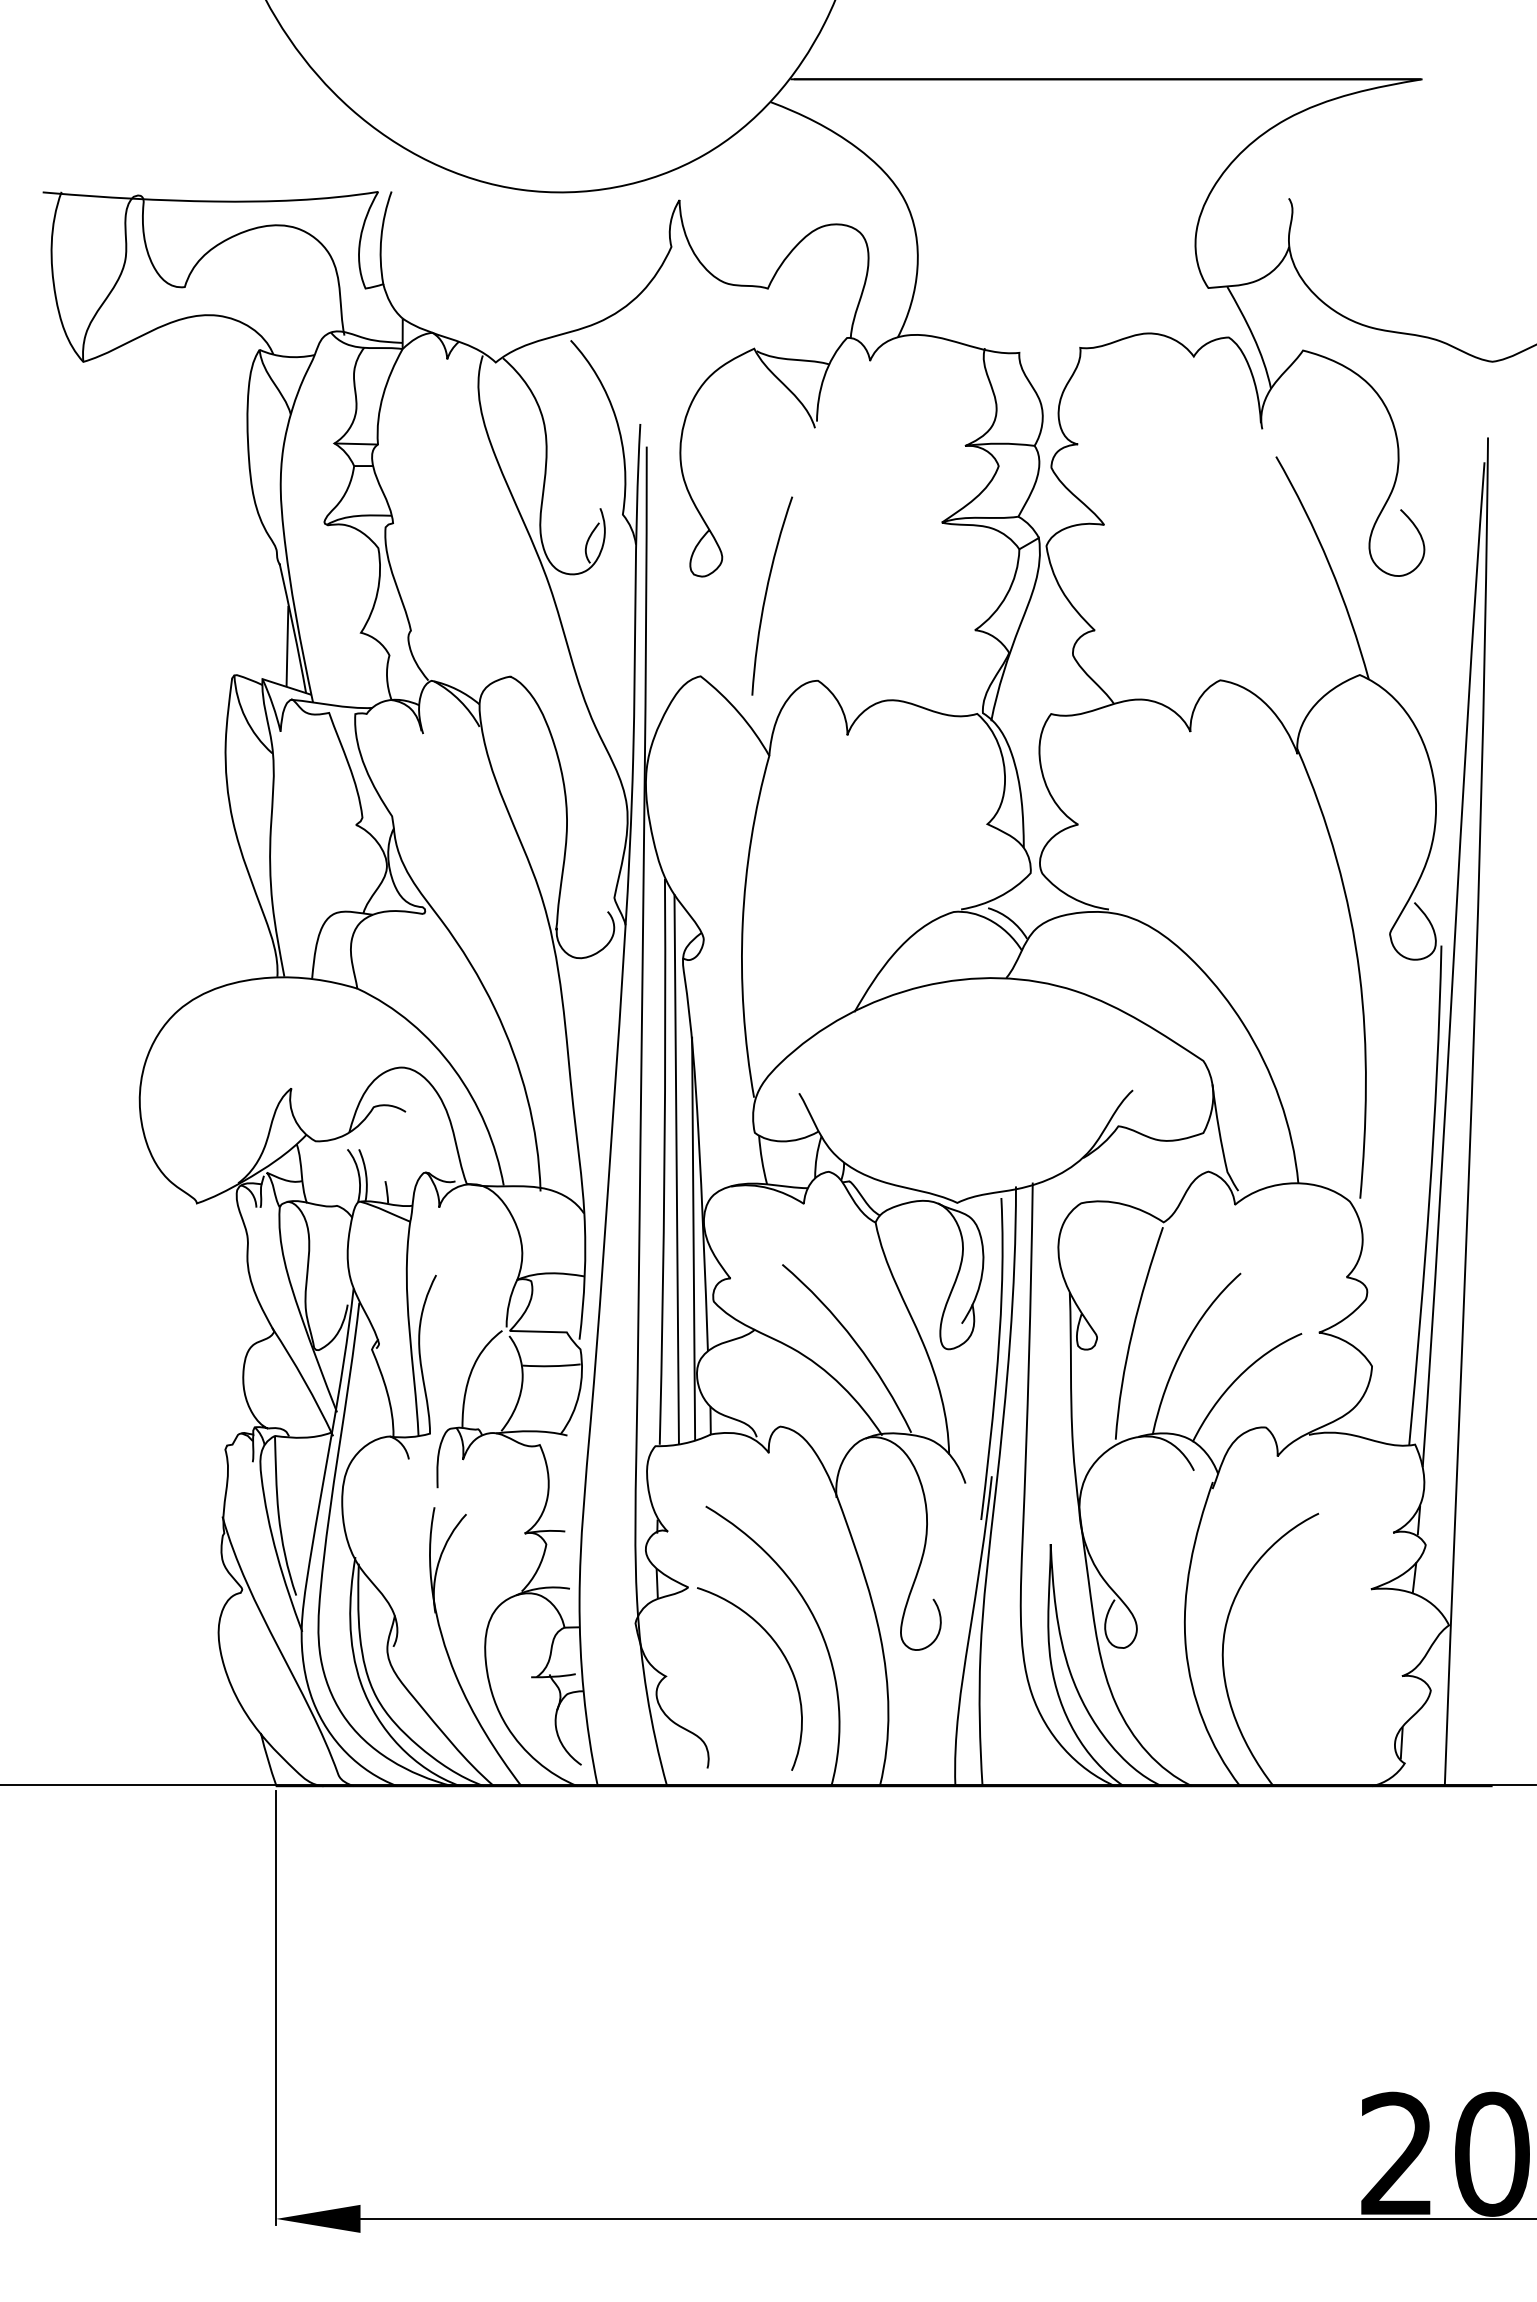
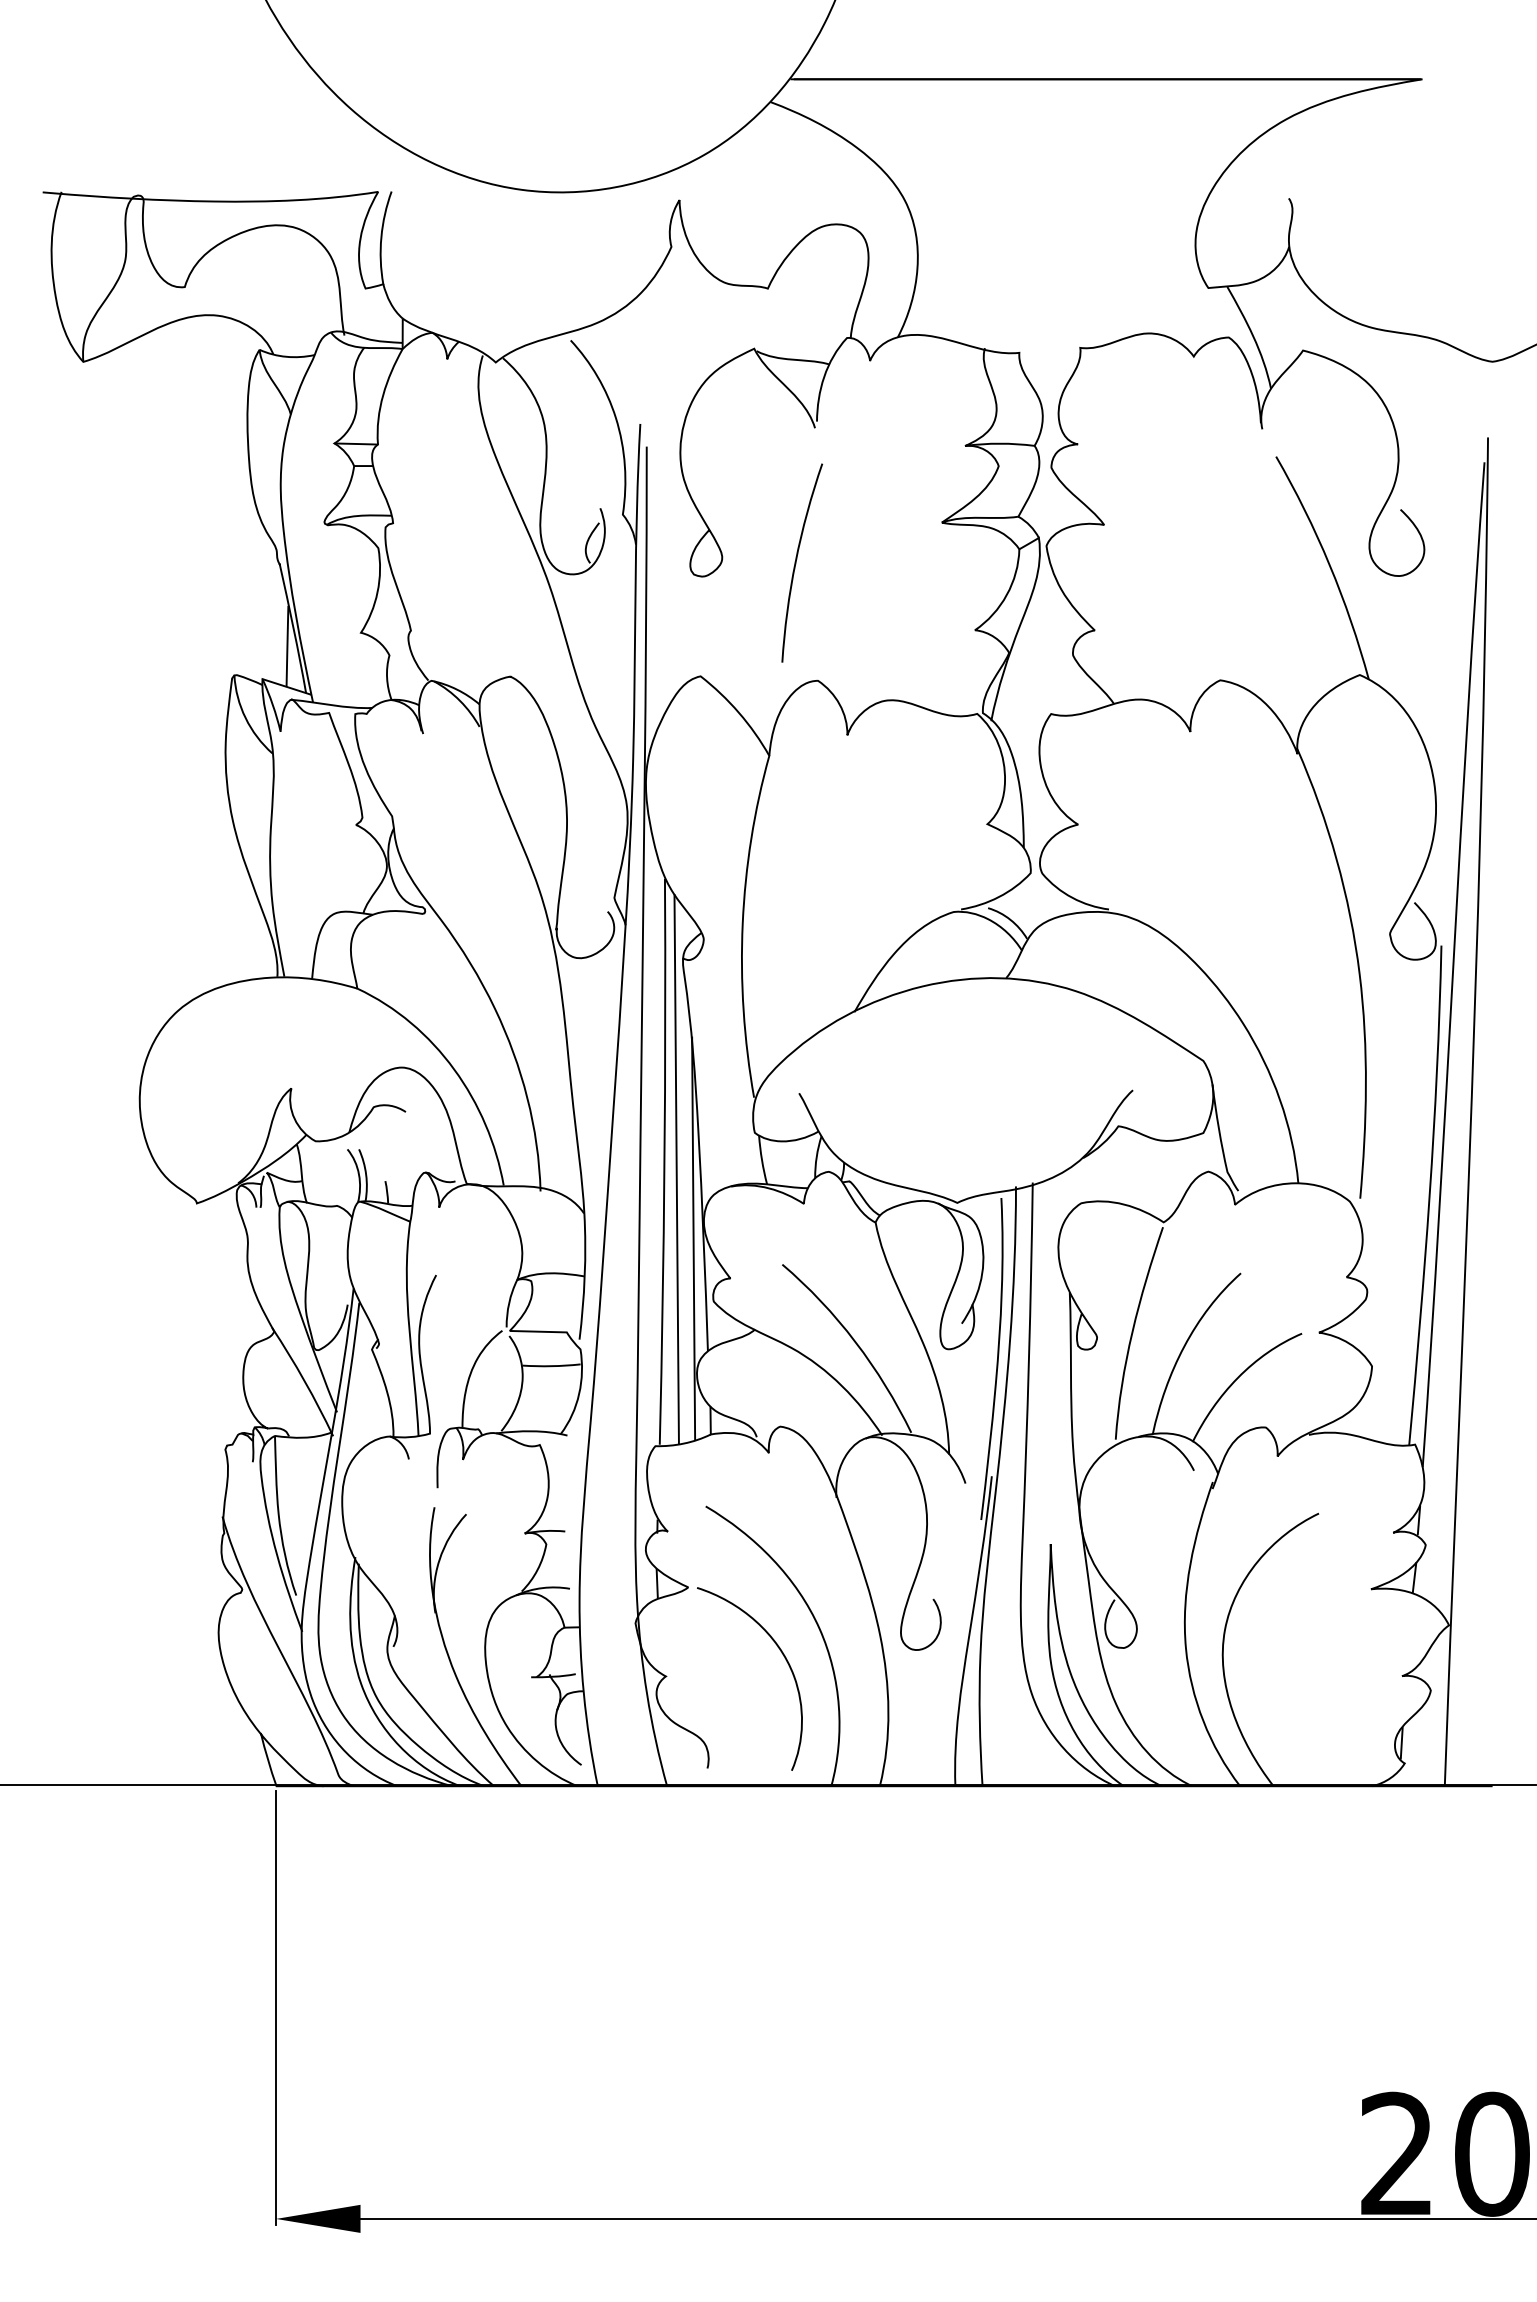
curve at (767, 592) position: (767, 592) -> (797, 559)
